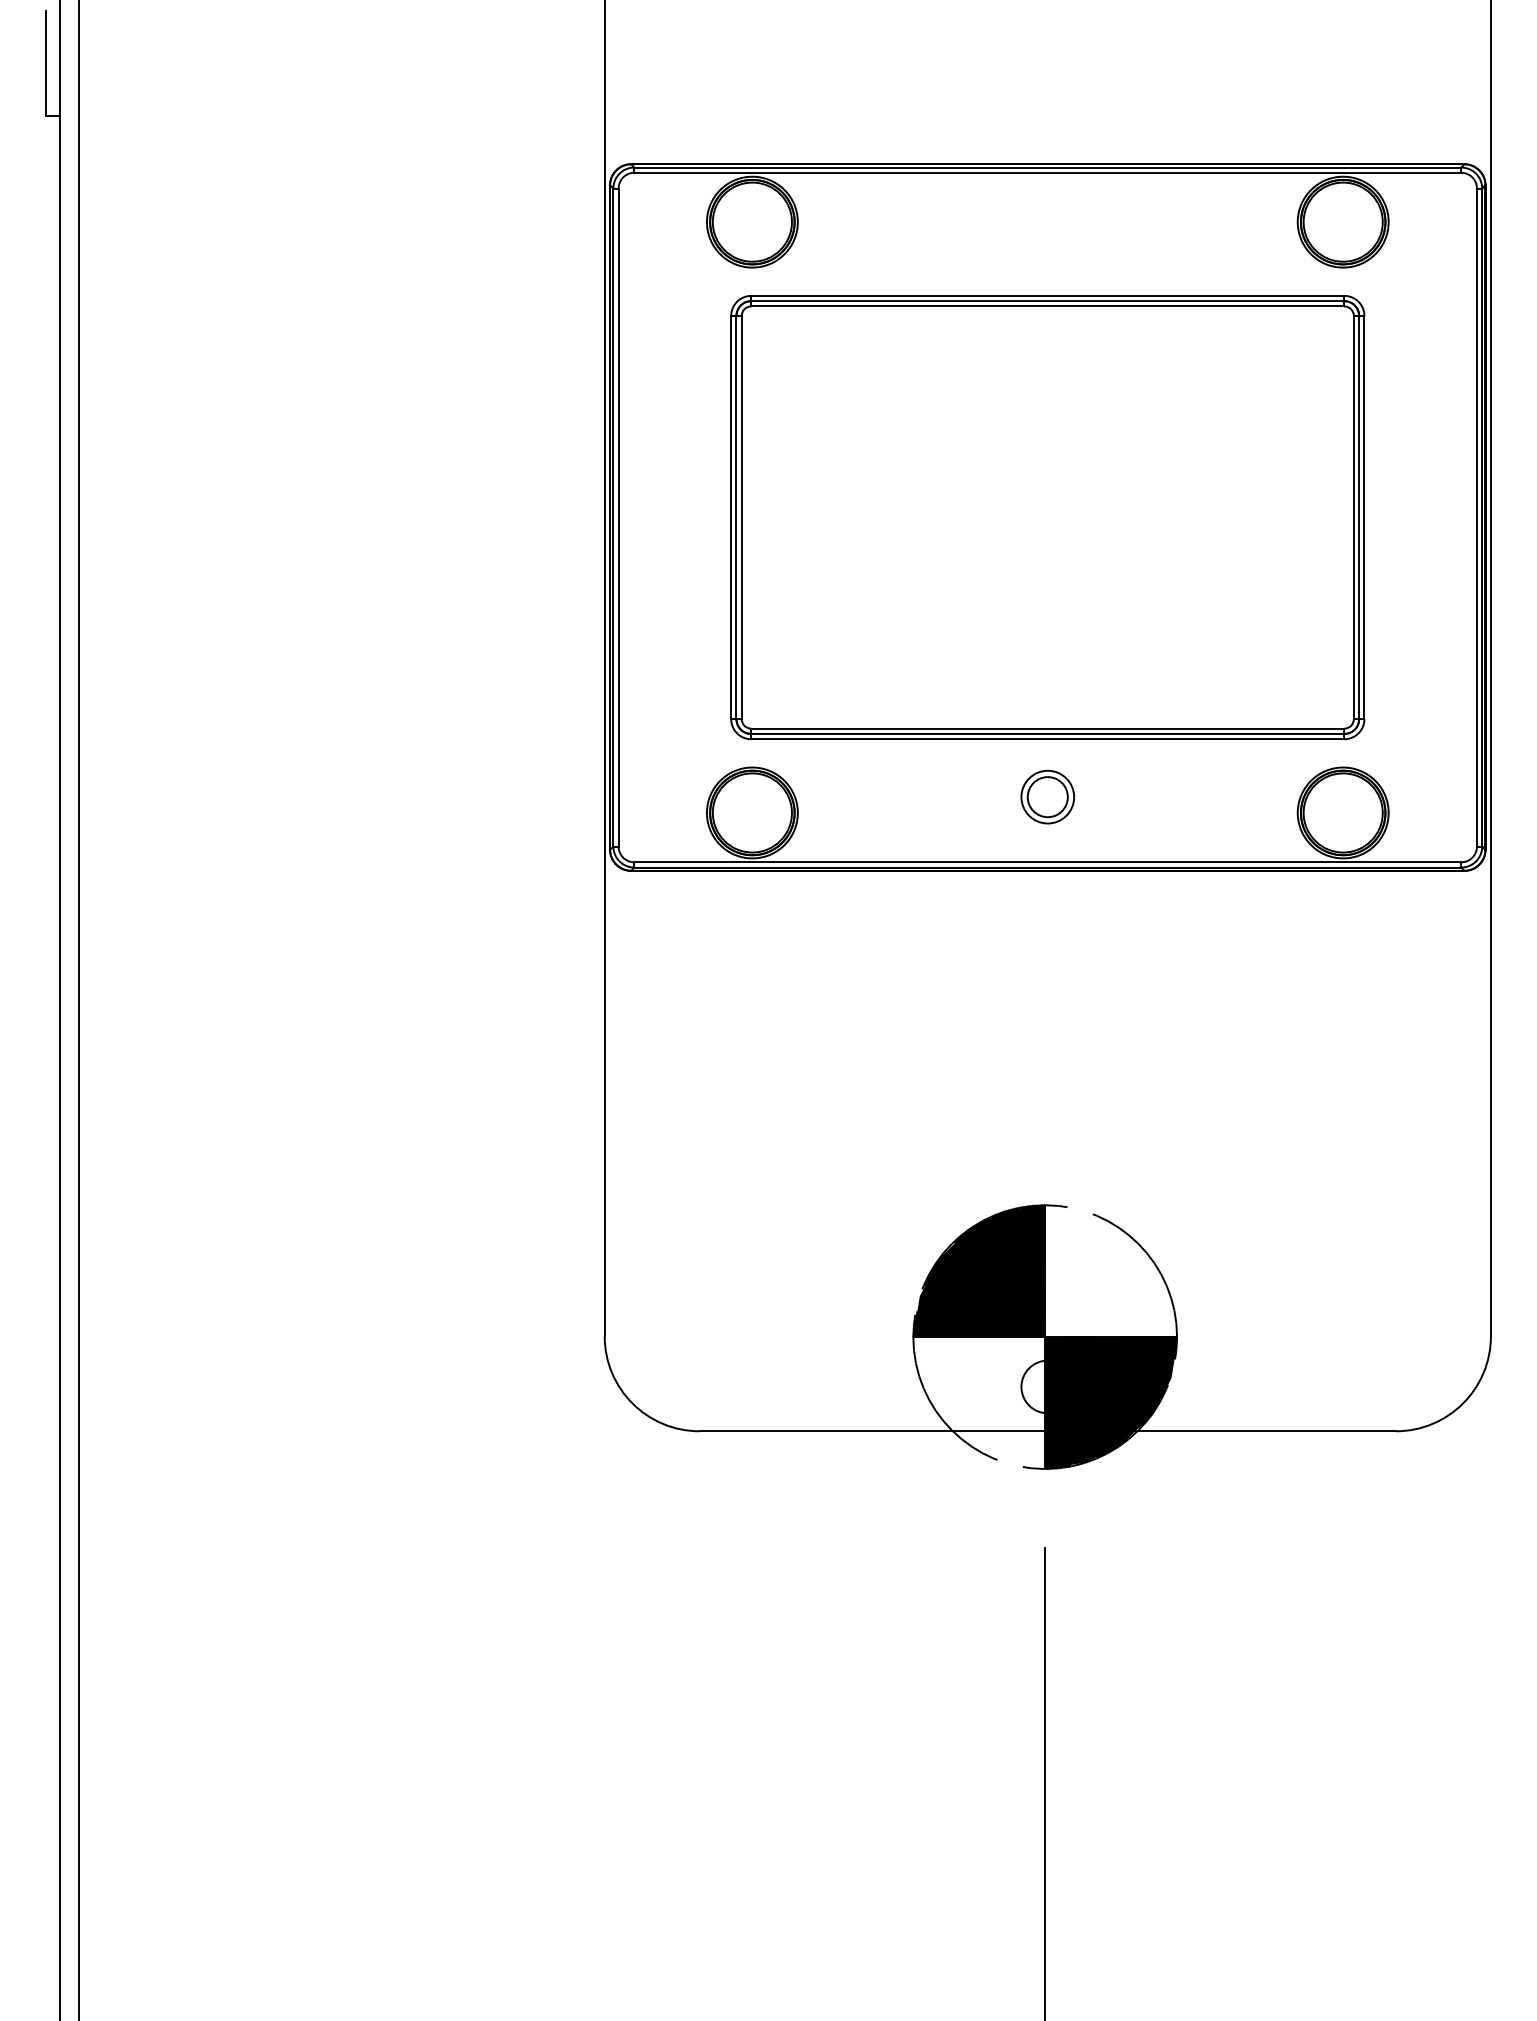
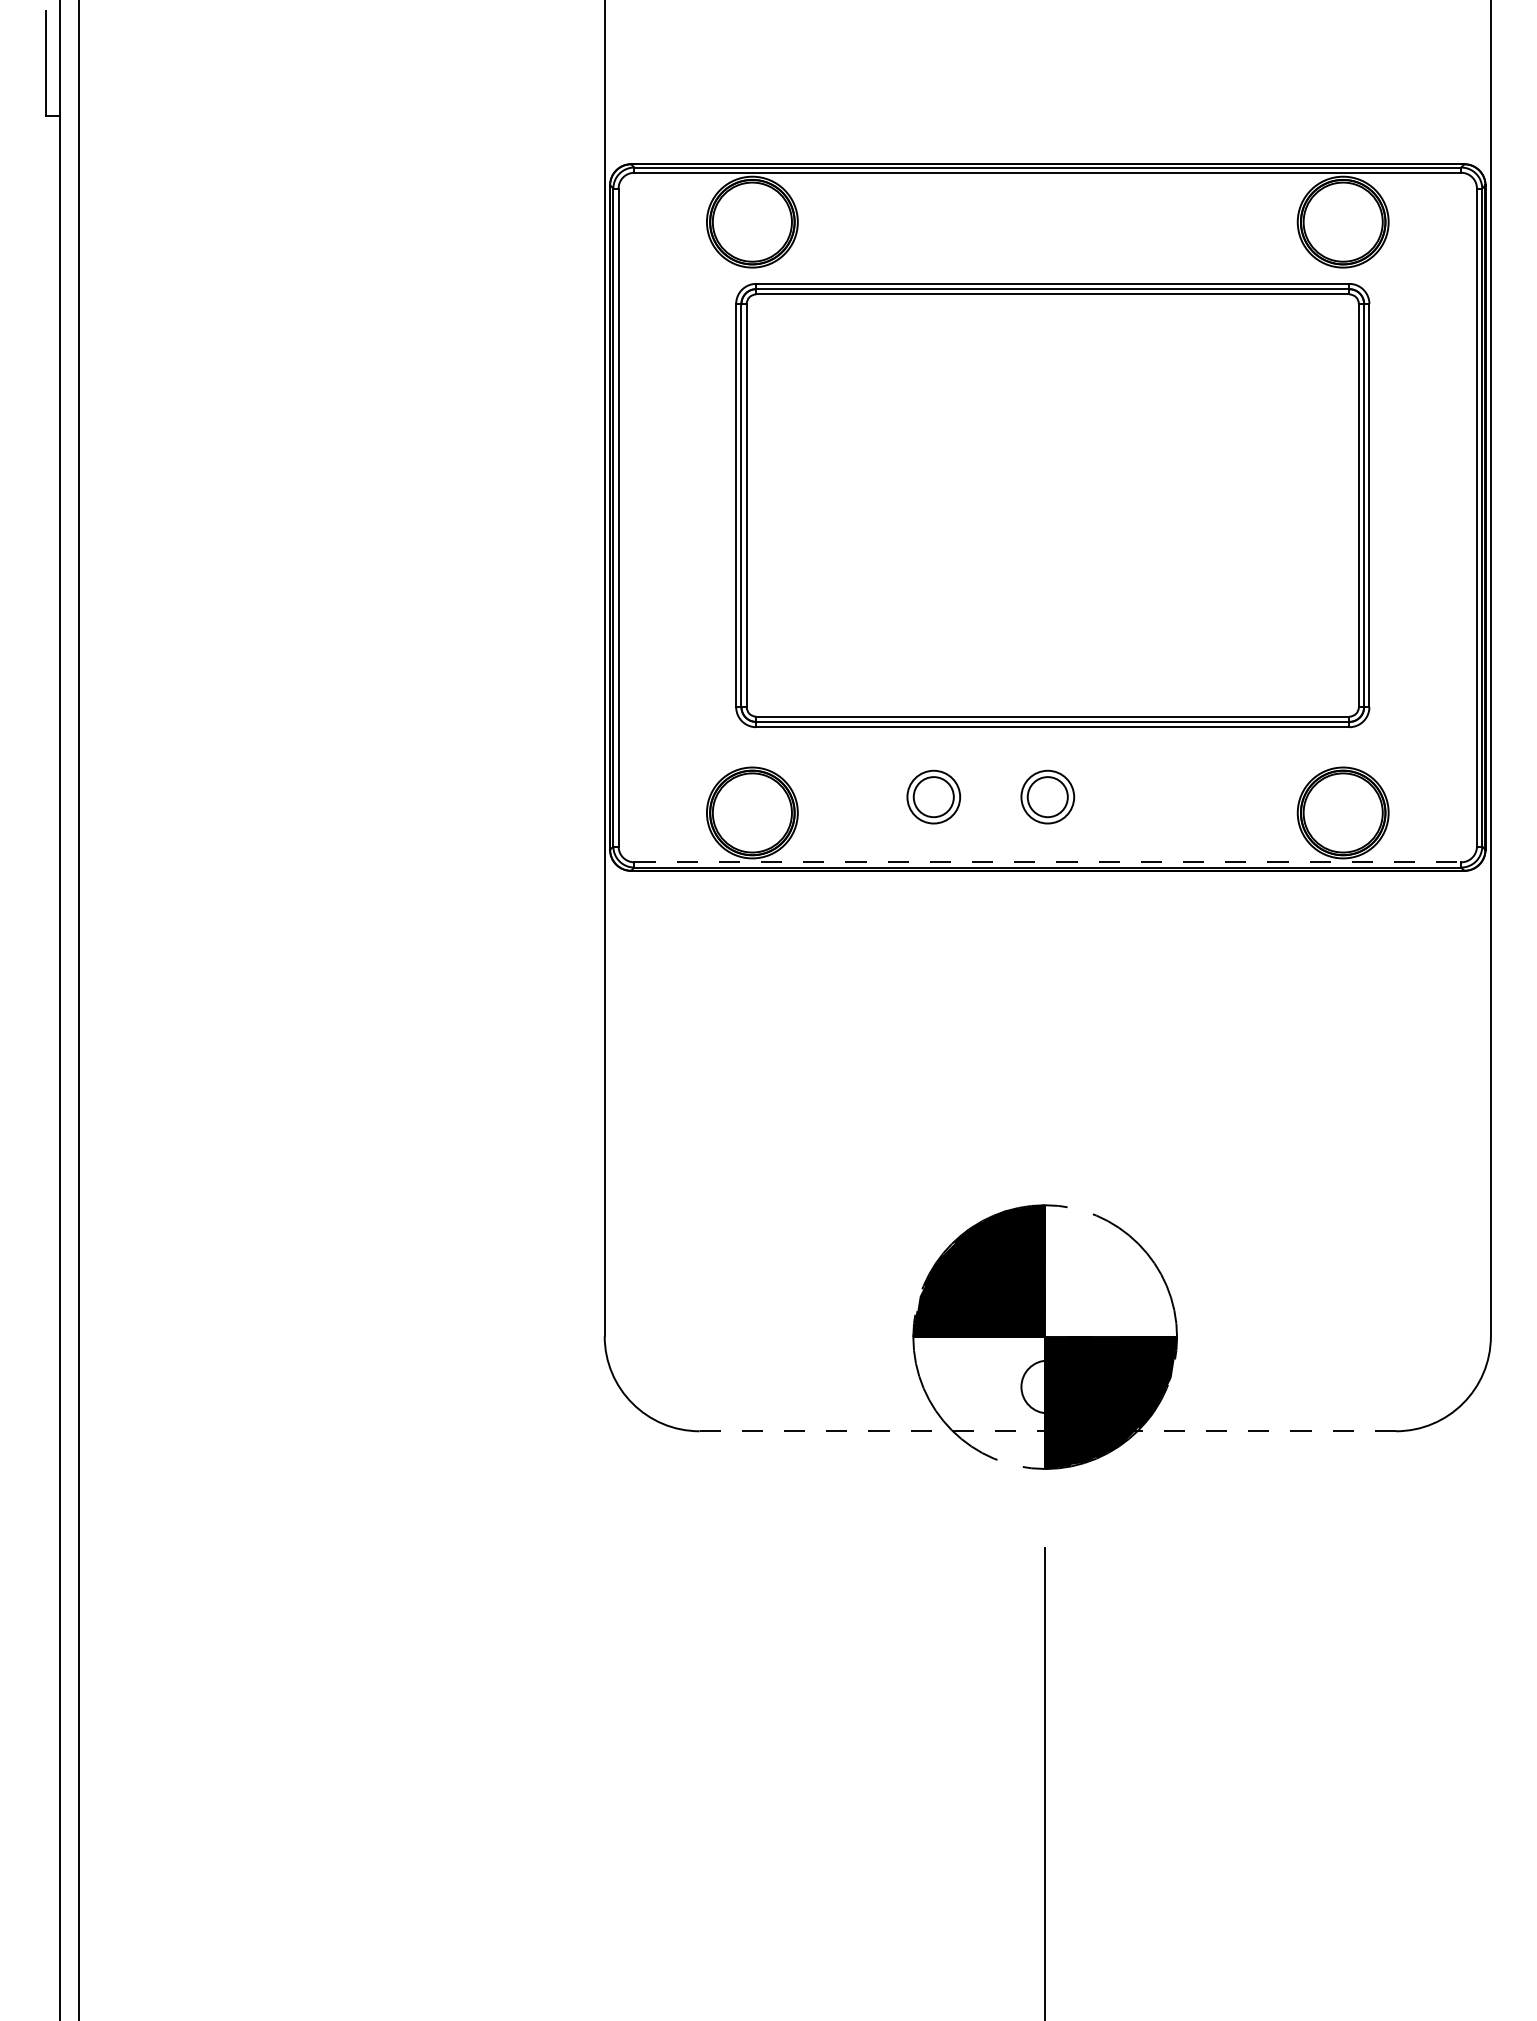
part at (1047, 517) position: (1047, 517) -> (1052, 505)
part at (933, 796): none -> present
line at (1048, 862): solid -> dashed
line at (1048, 1431): solid -> dashed
